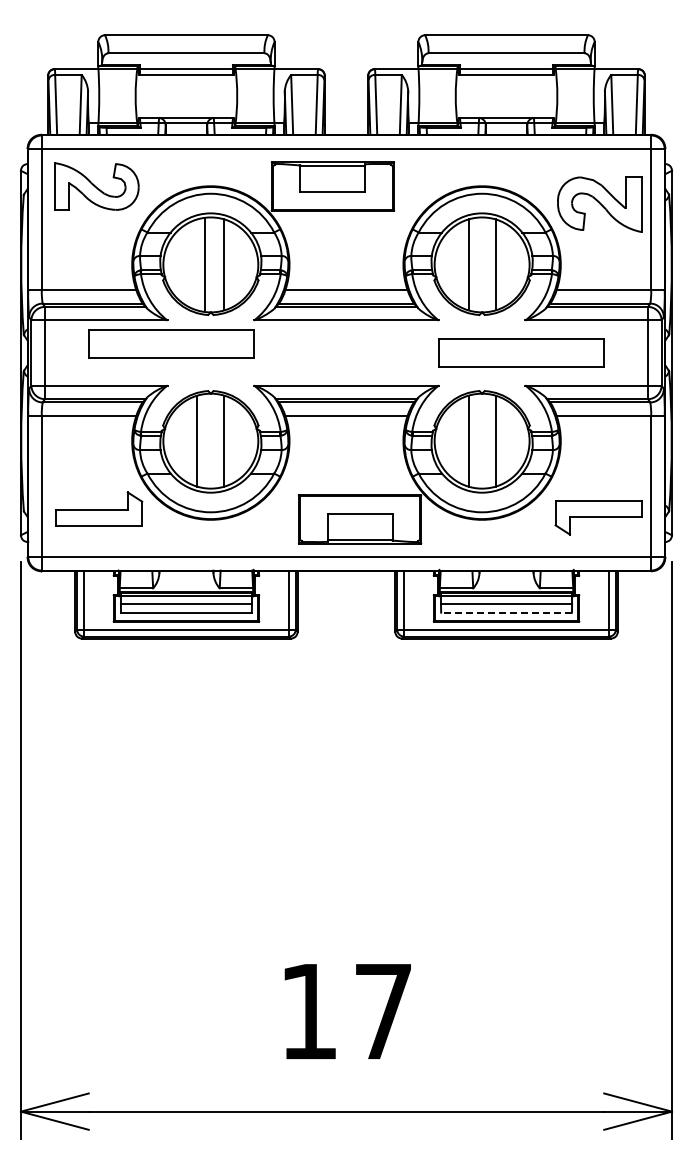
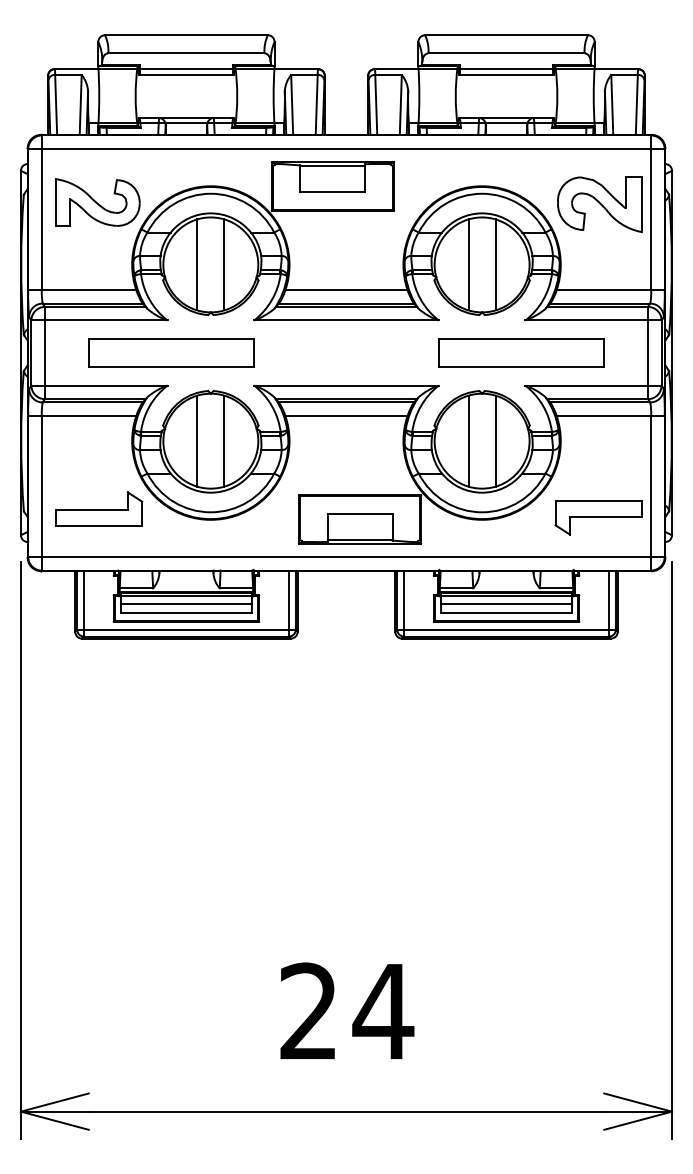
part at (96, 186) position: (96, 186) -> (97, 202)
line at (205, 264) position: (205, 264) -> (197, 264)
part at (171, 343) position: (171, 343) -> (171, 352)
line at (506, 612): dashed -> solid
text at (347, 1010): 17 -> 24
